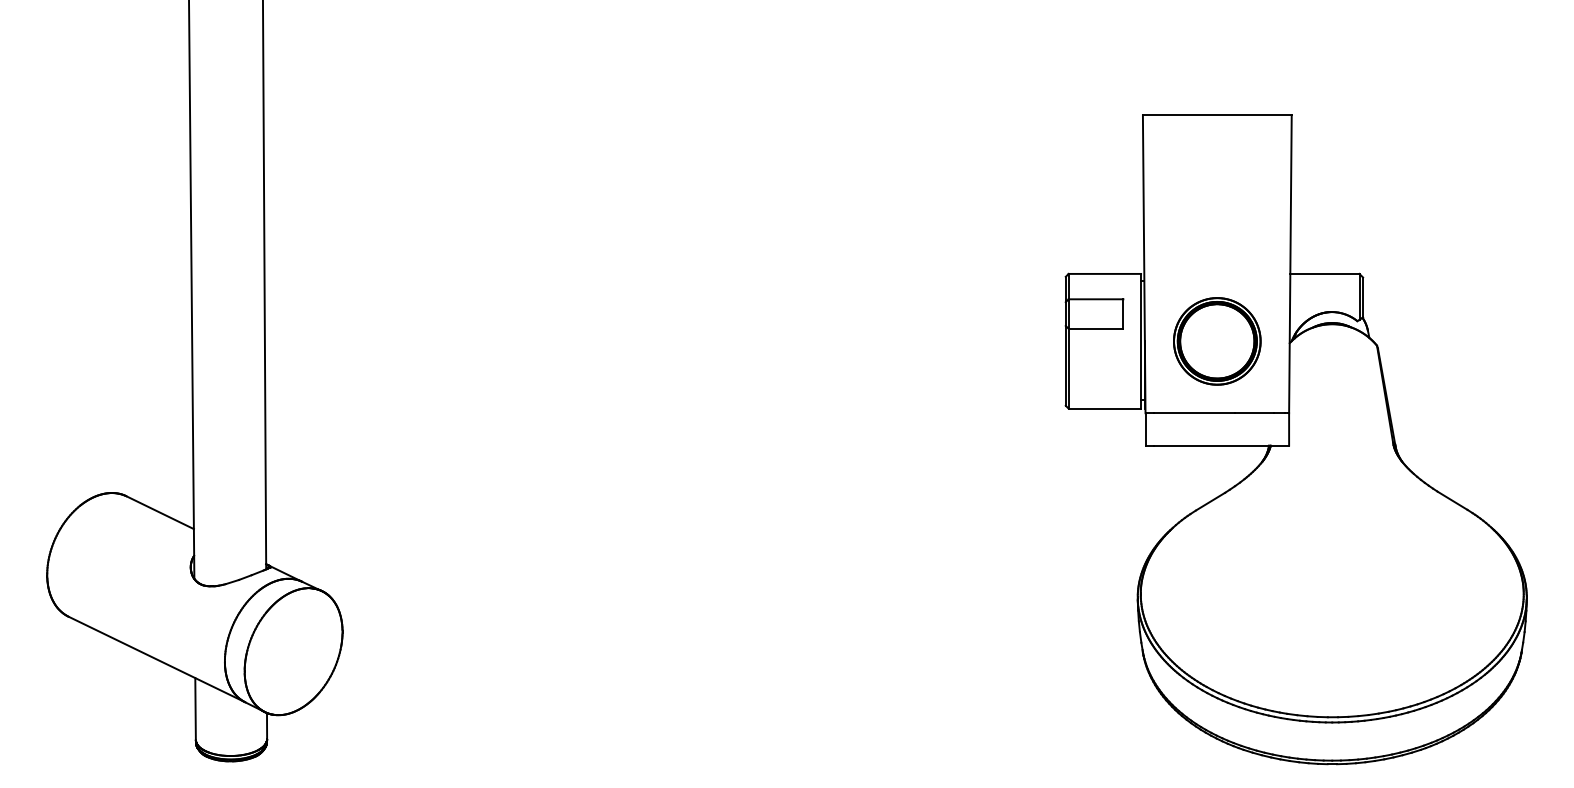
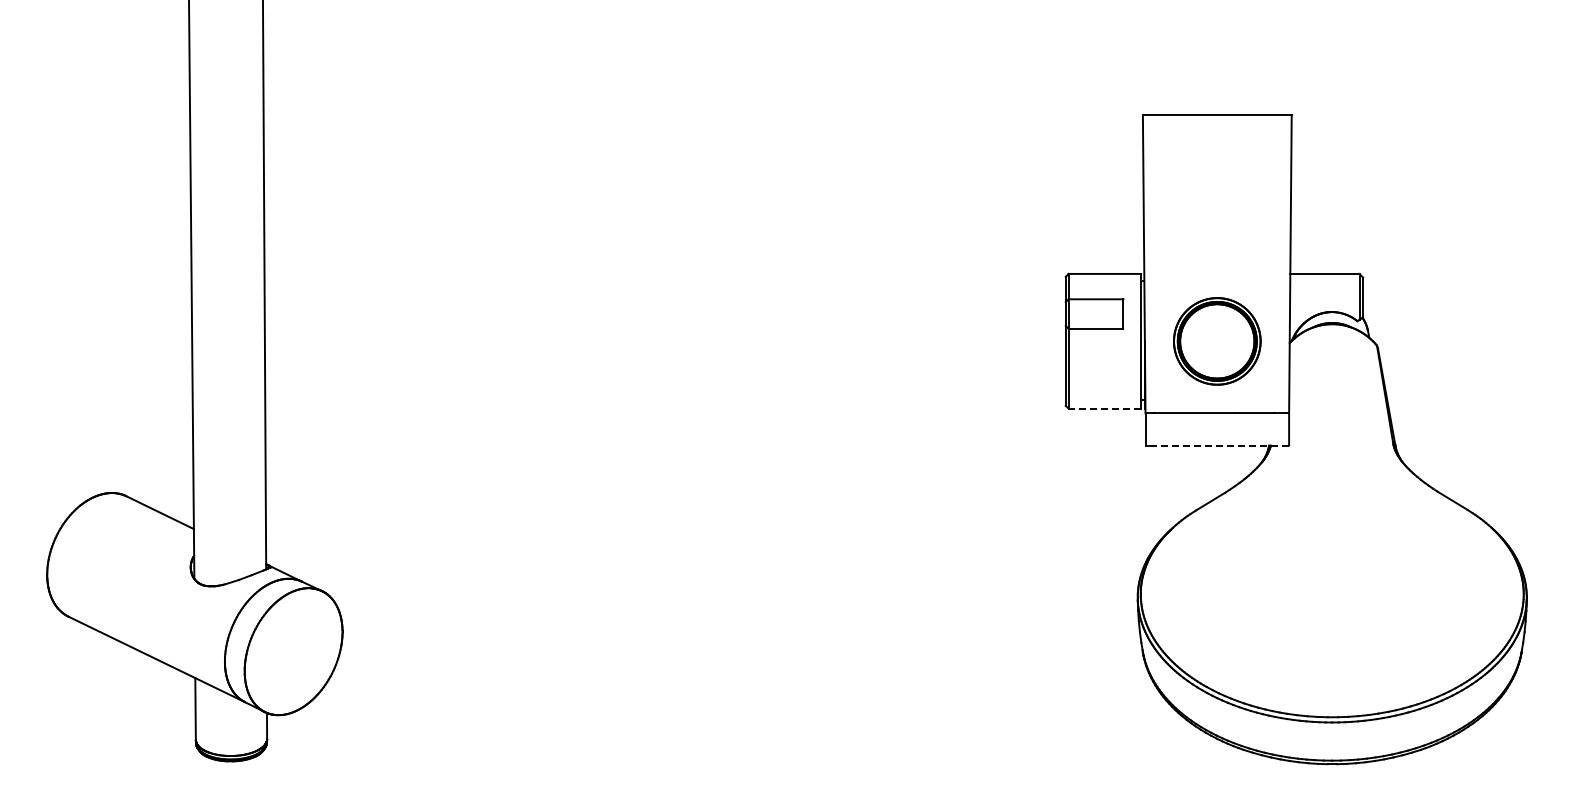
line at (1104, 408): solid -> dashed
line at (1221, 445): solid -> dashed
